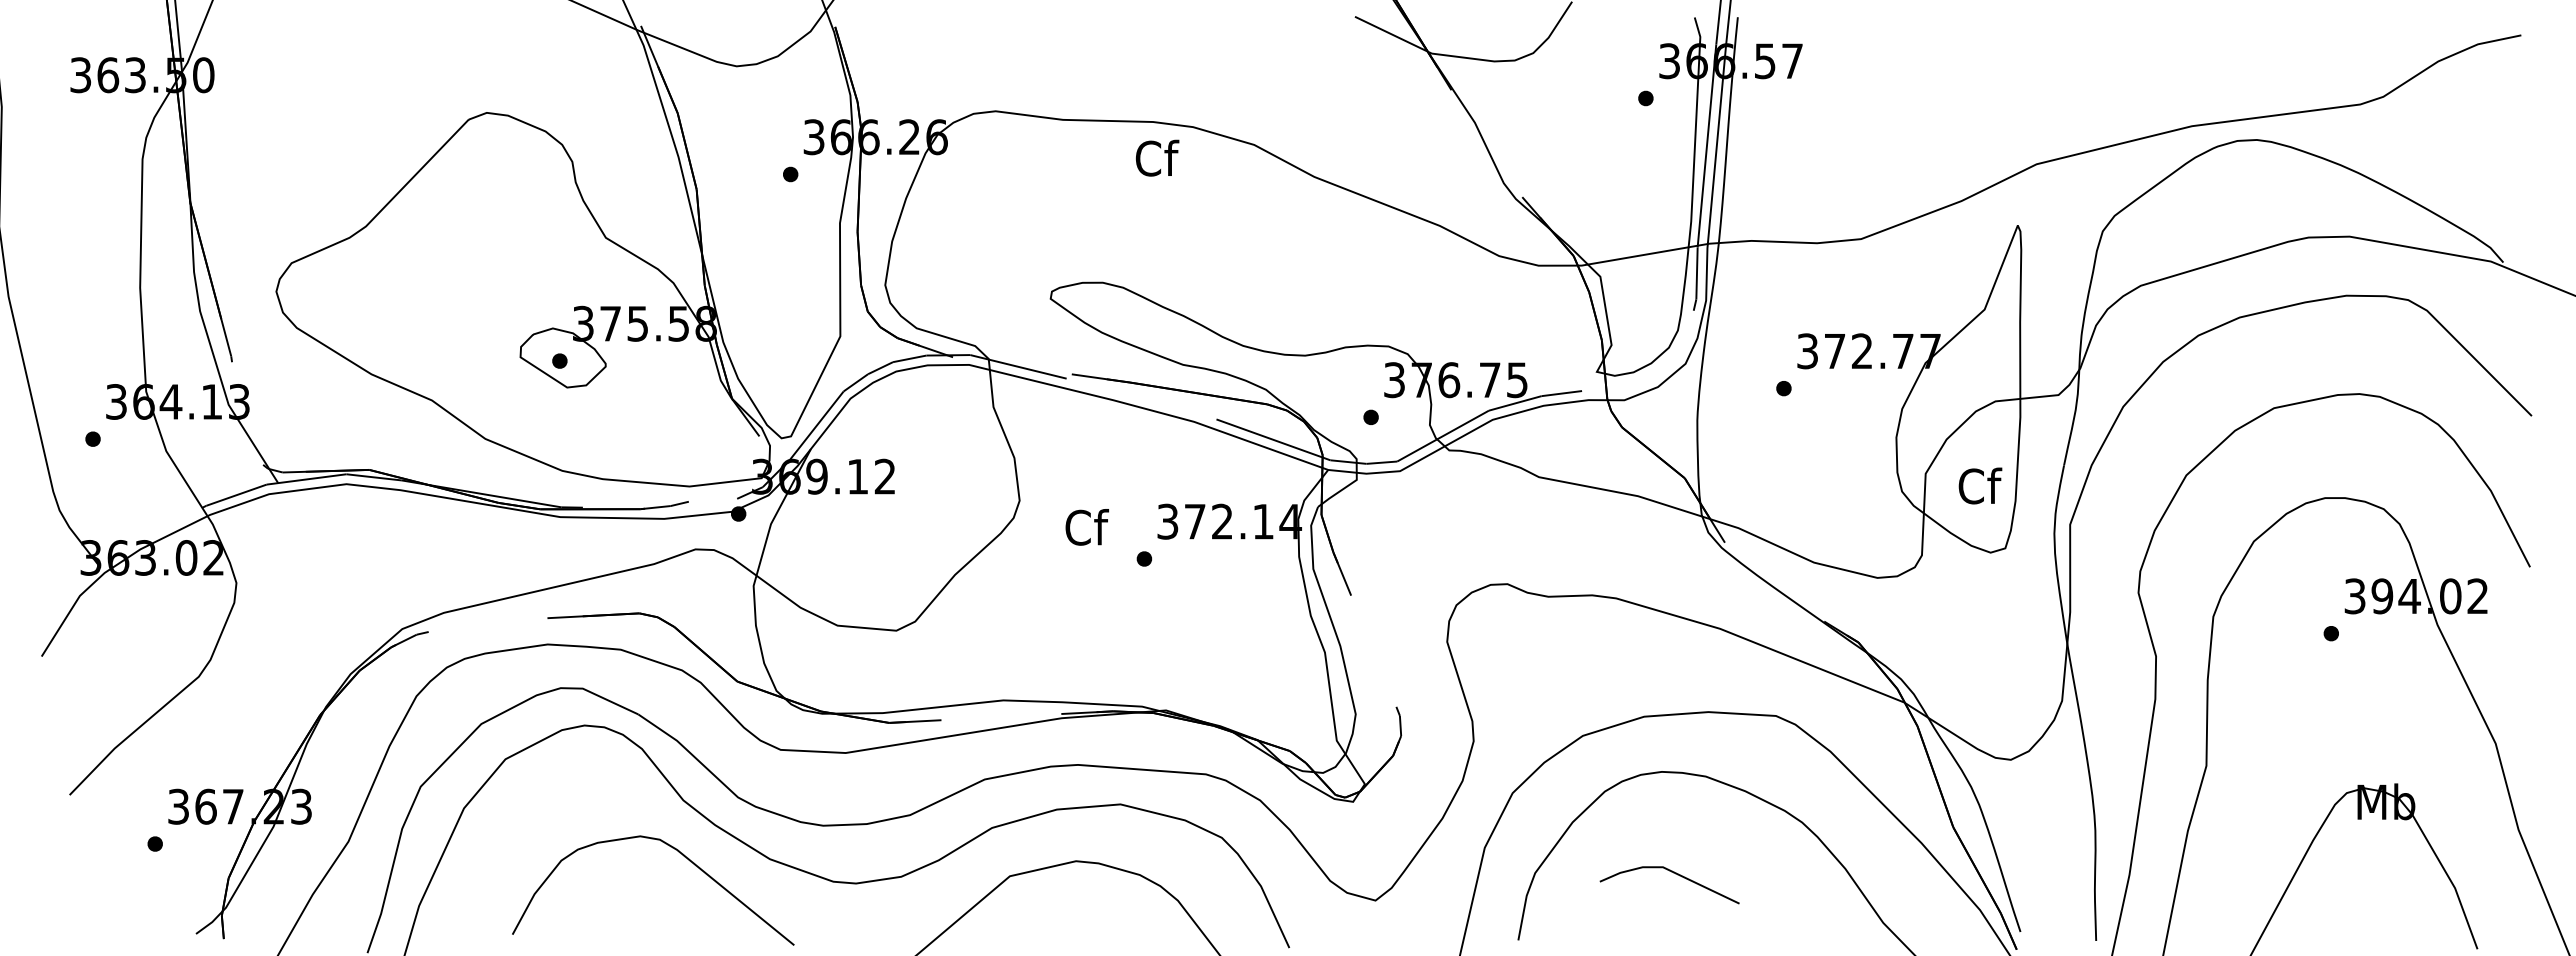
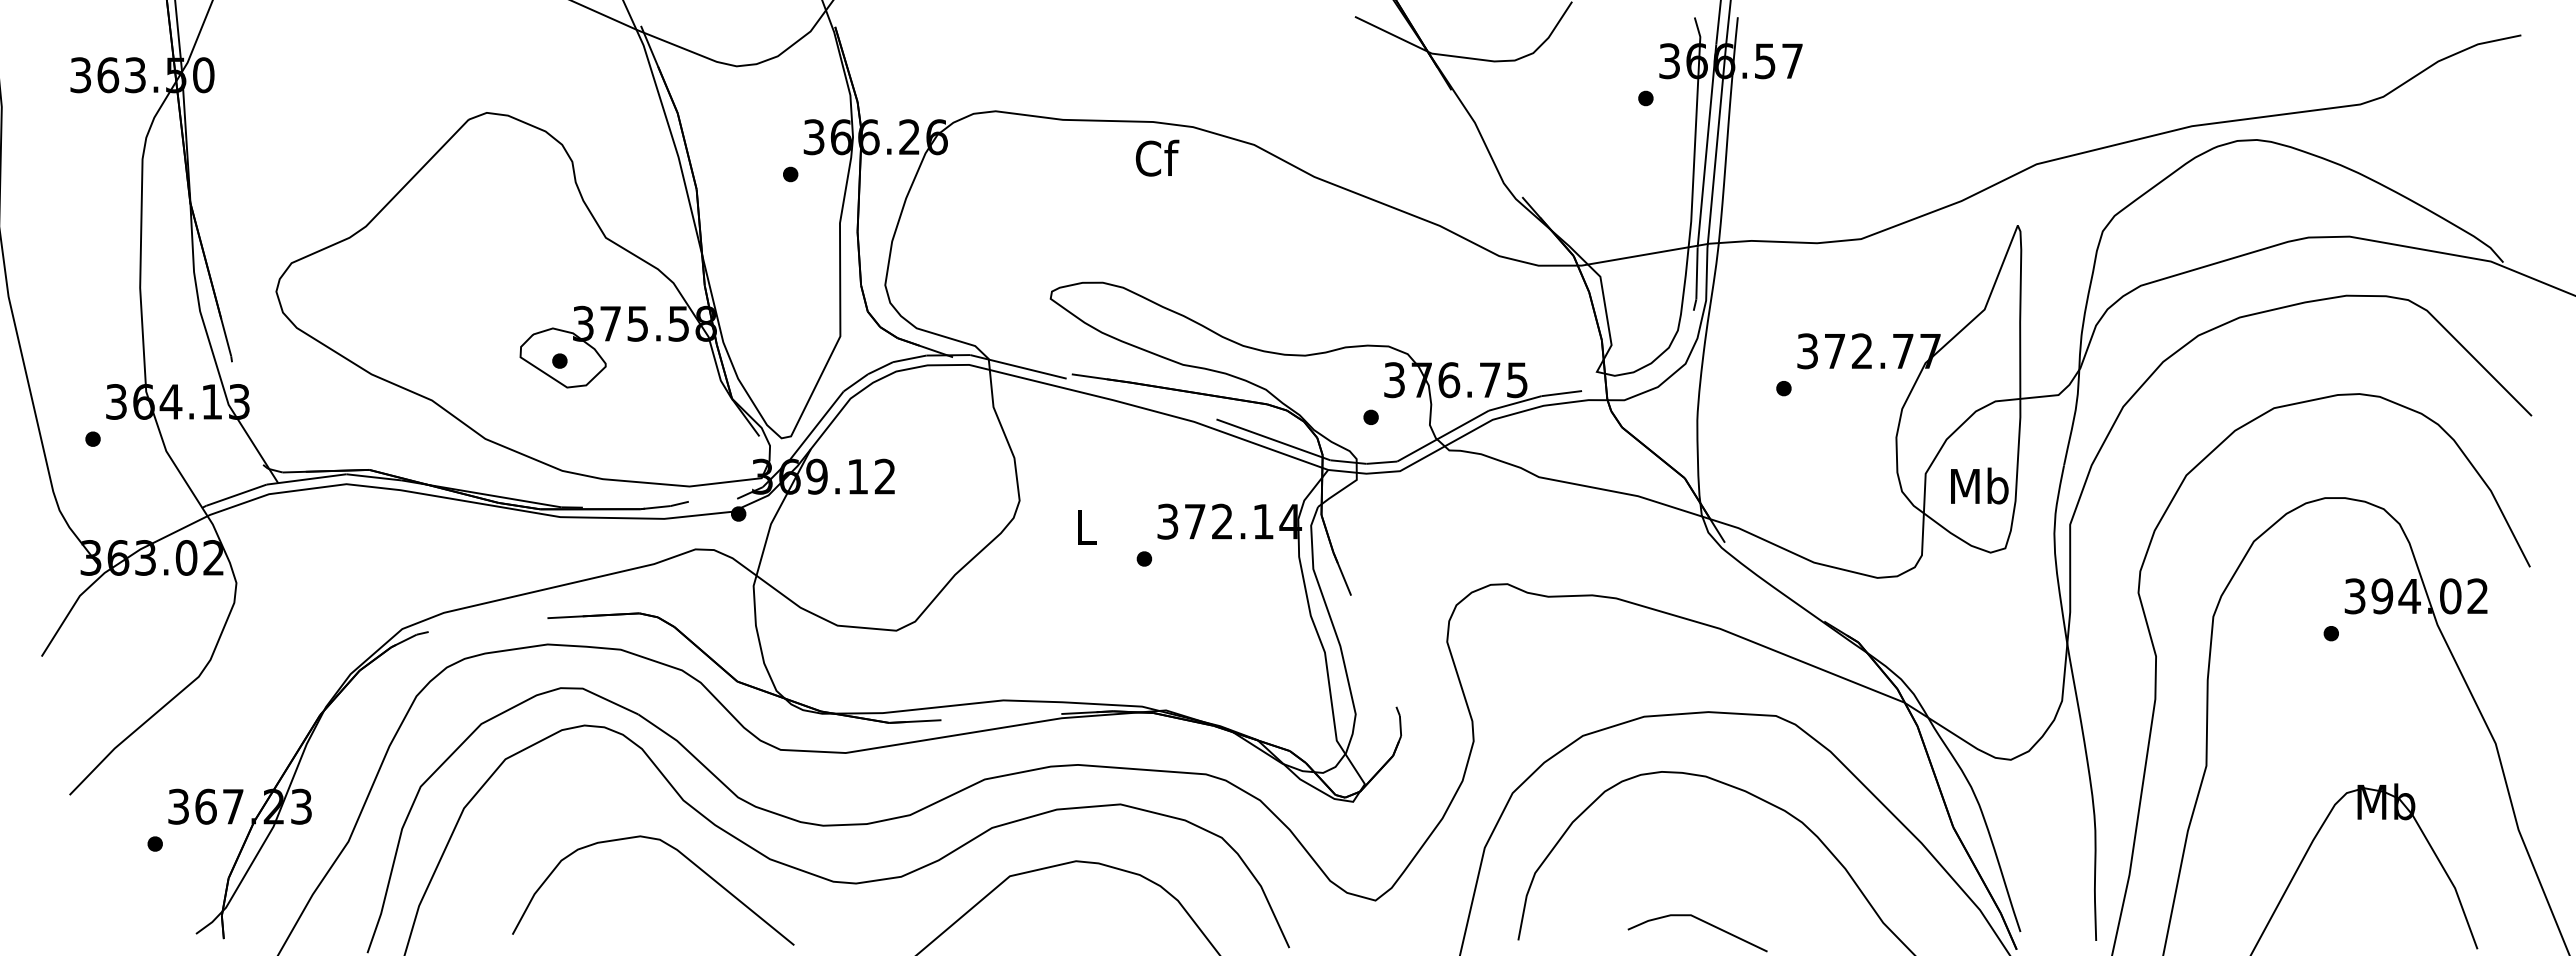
text at (1979, 485): Cf -> Mb
text at (1087, 527): Cf -> L
line at (1675, 874) position: (1675, 874) -> (1703, 922)
